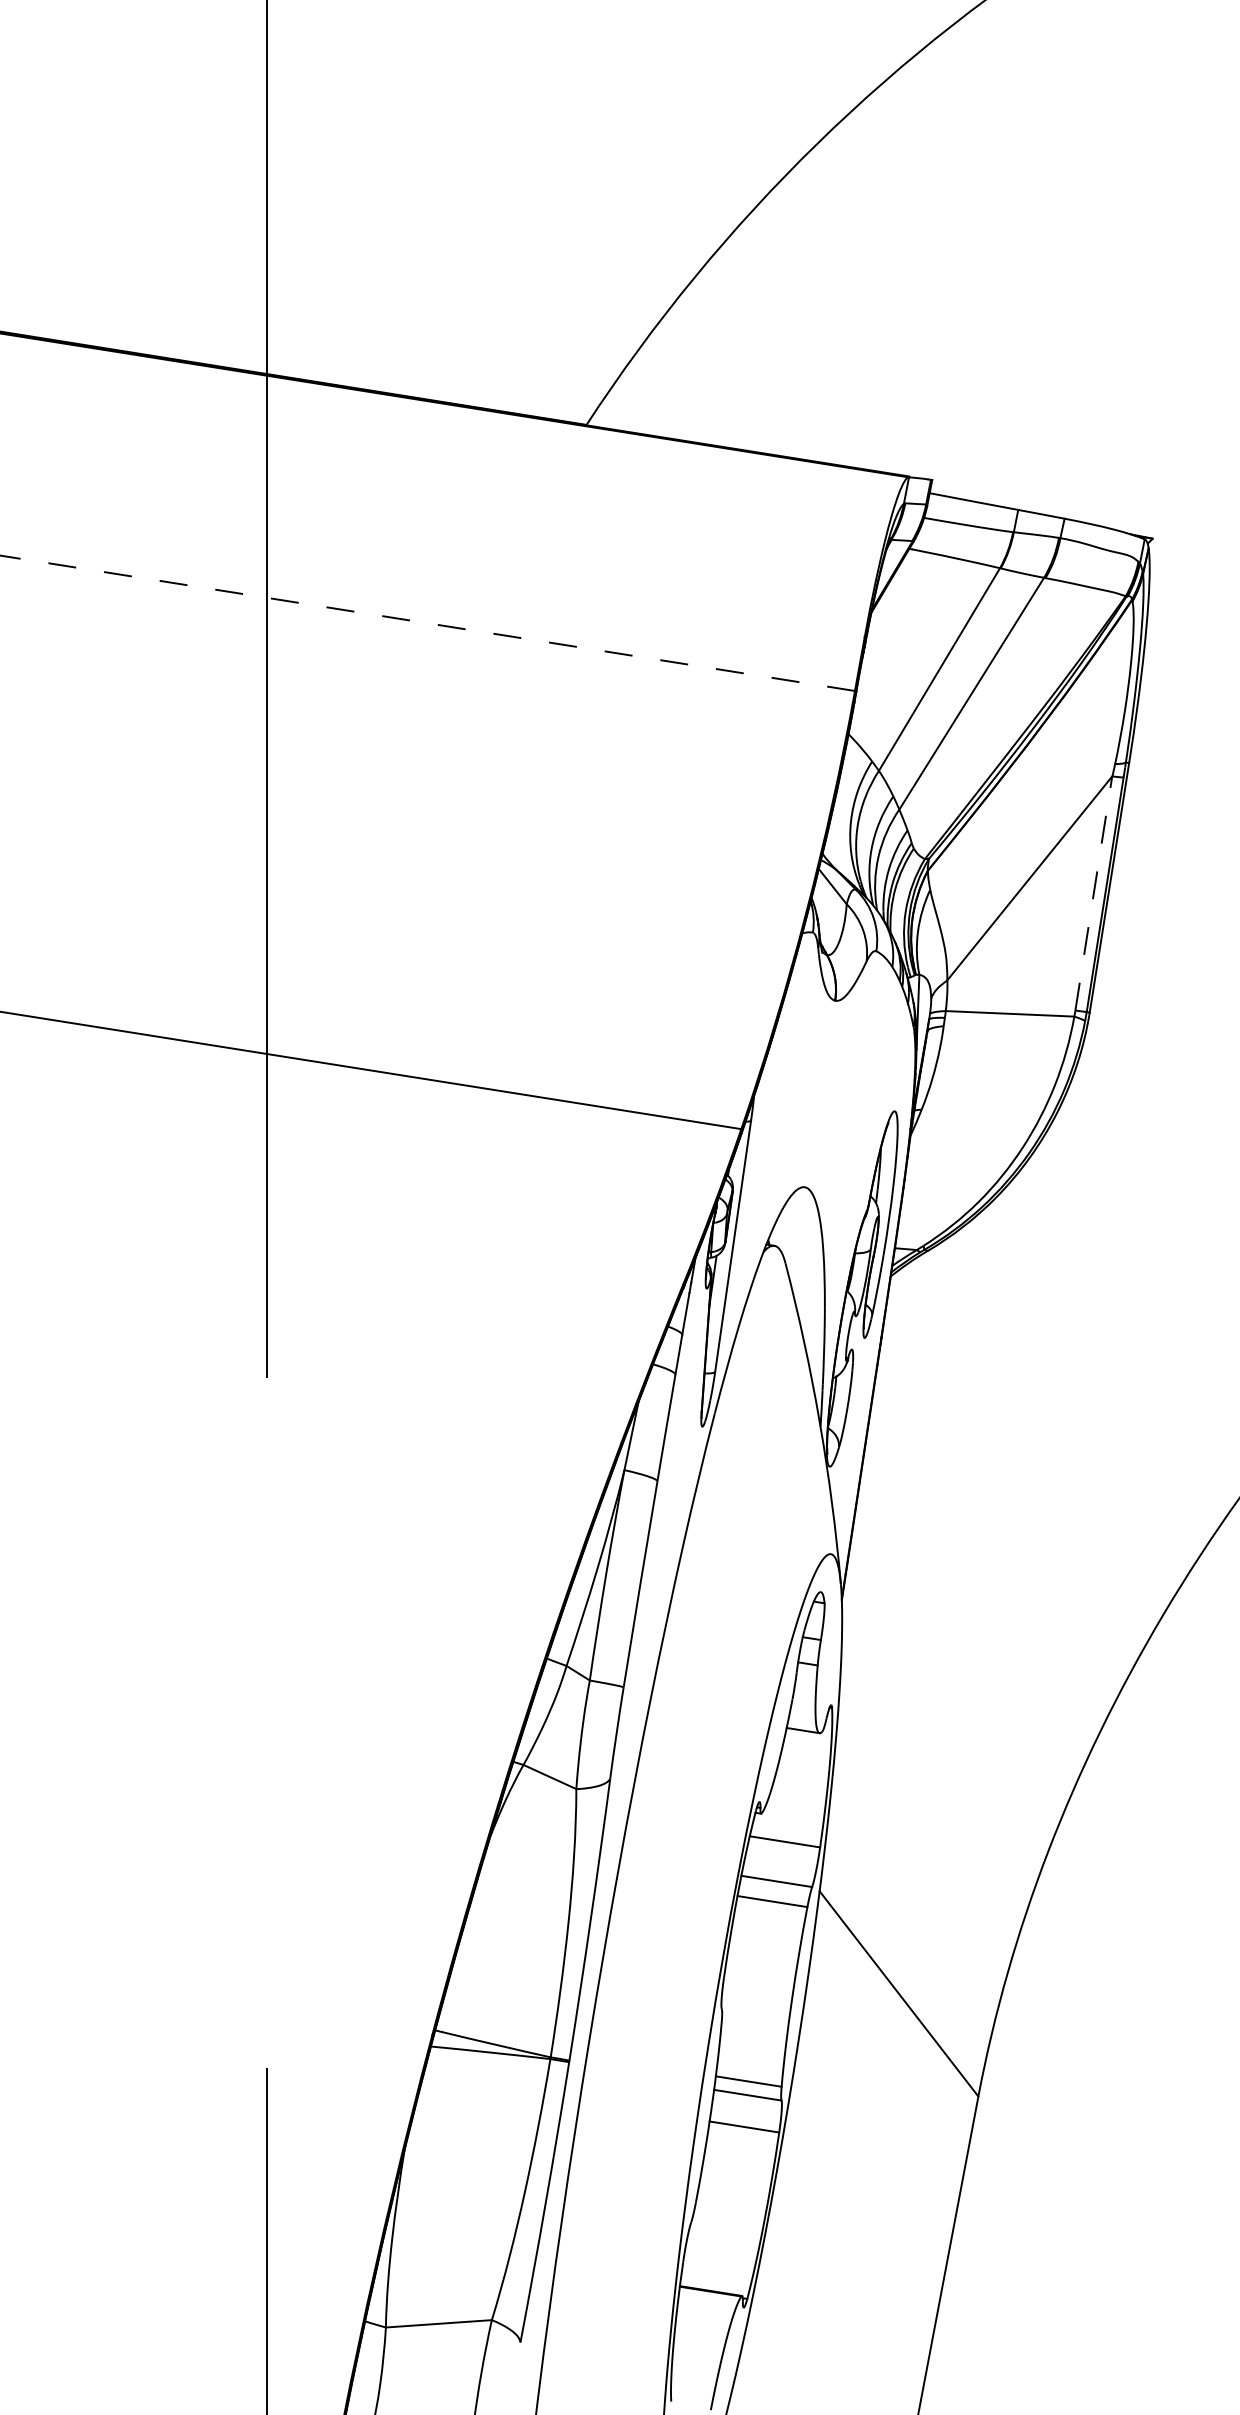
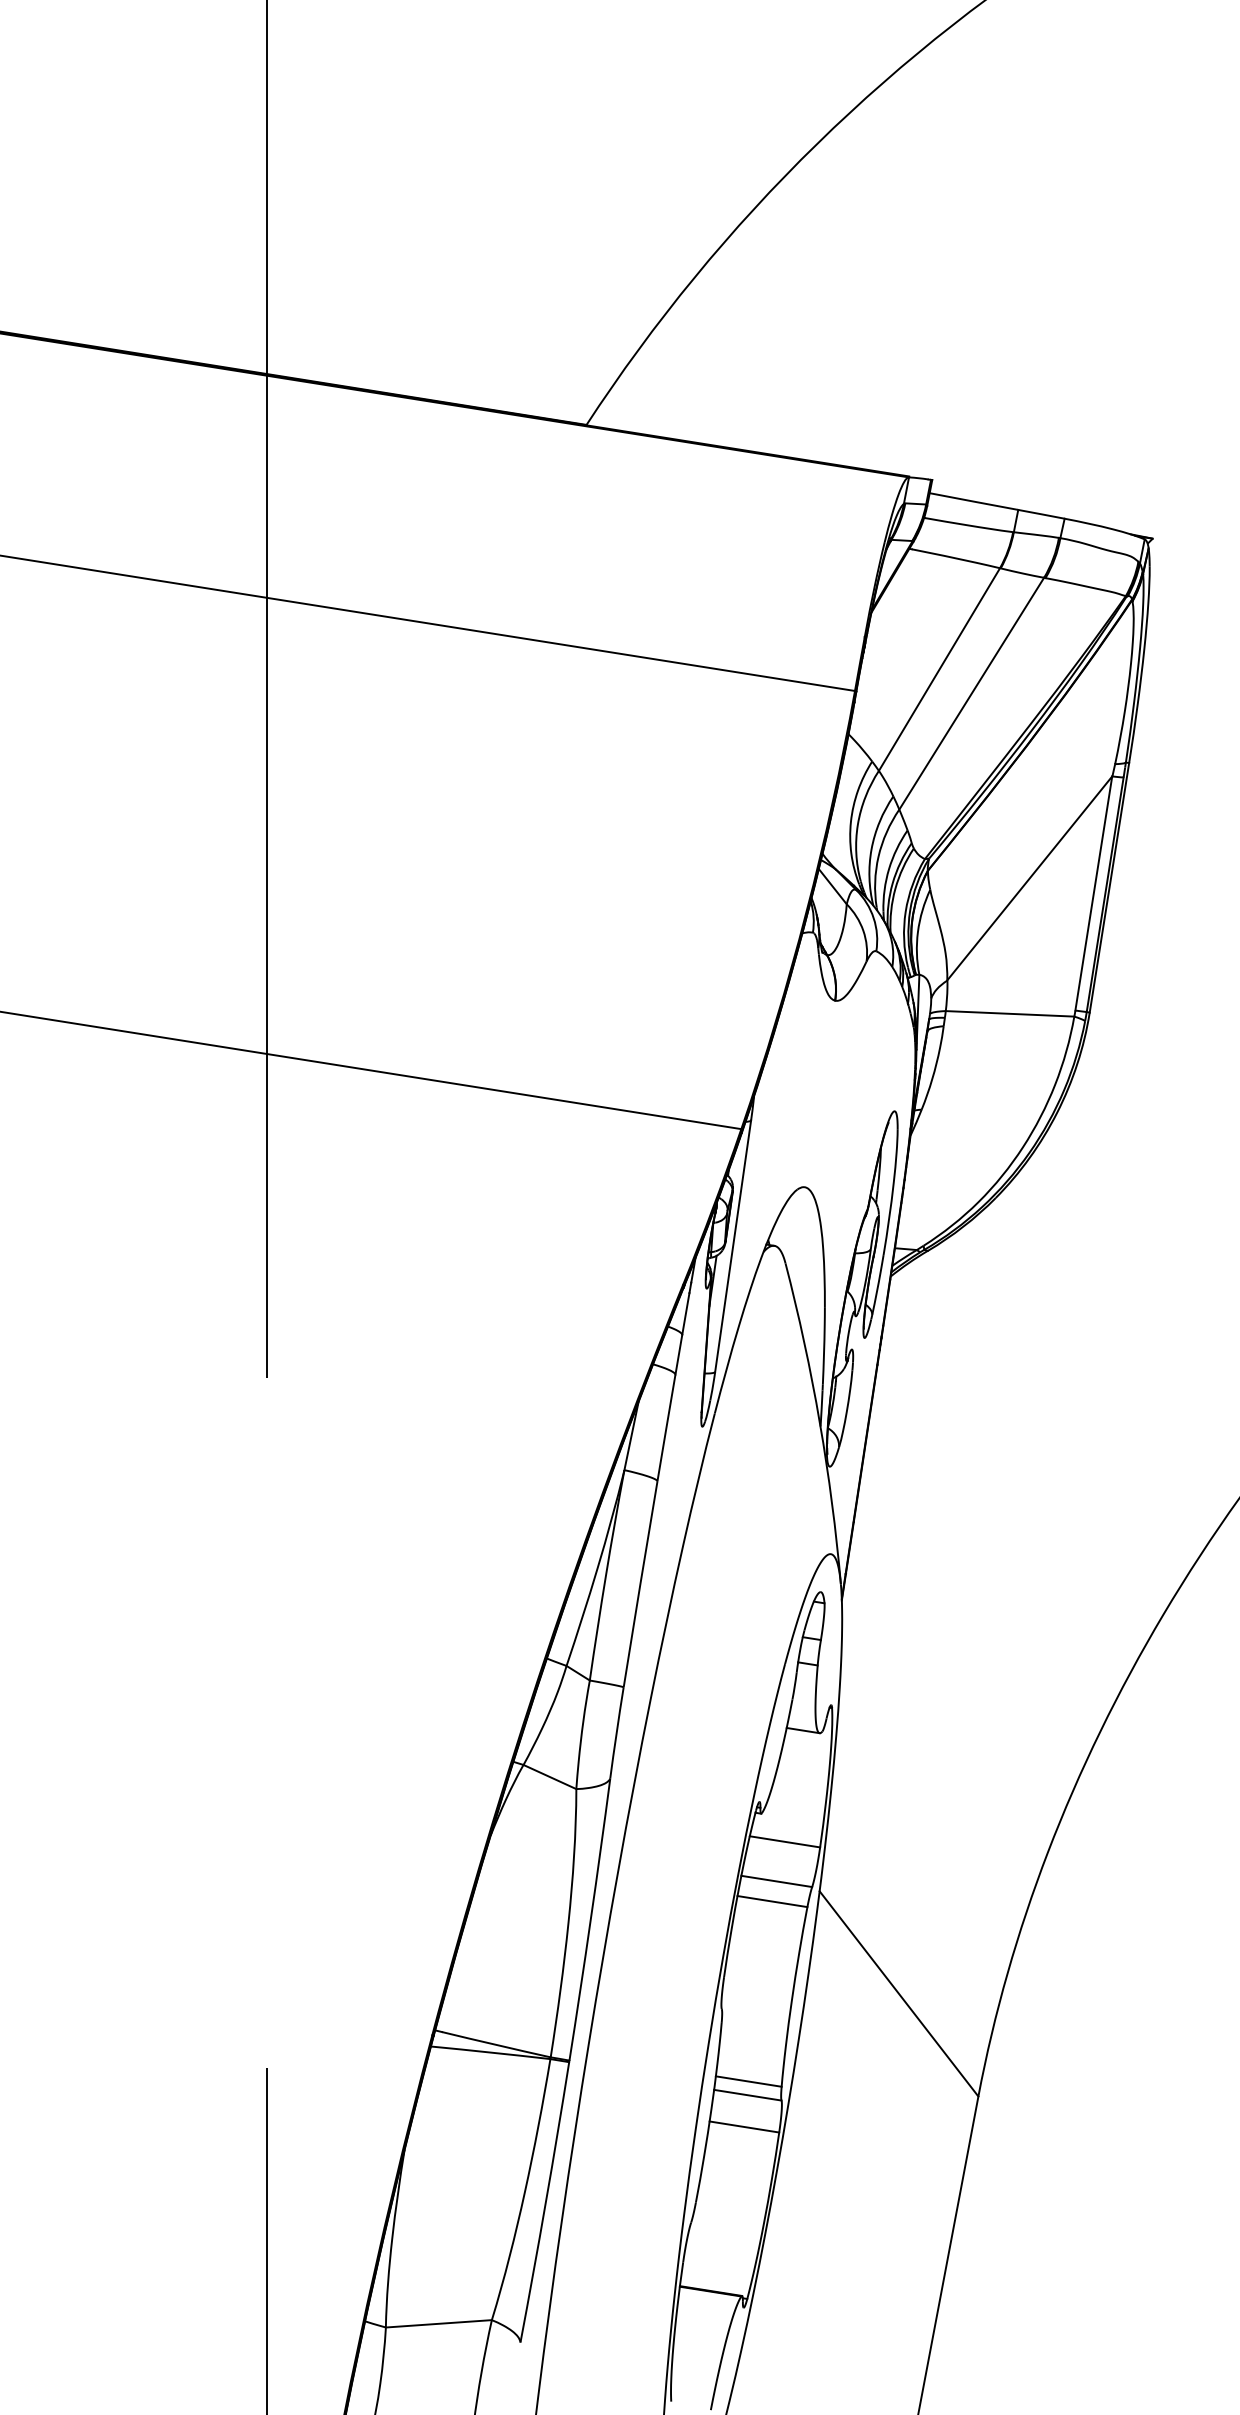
line at (427, 623): dashed -> solid
line at (1093, 893): dashed -> solid
